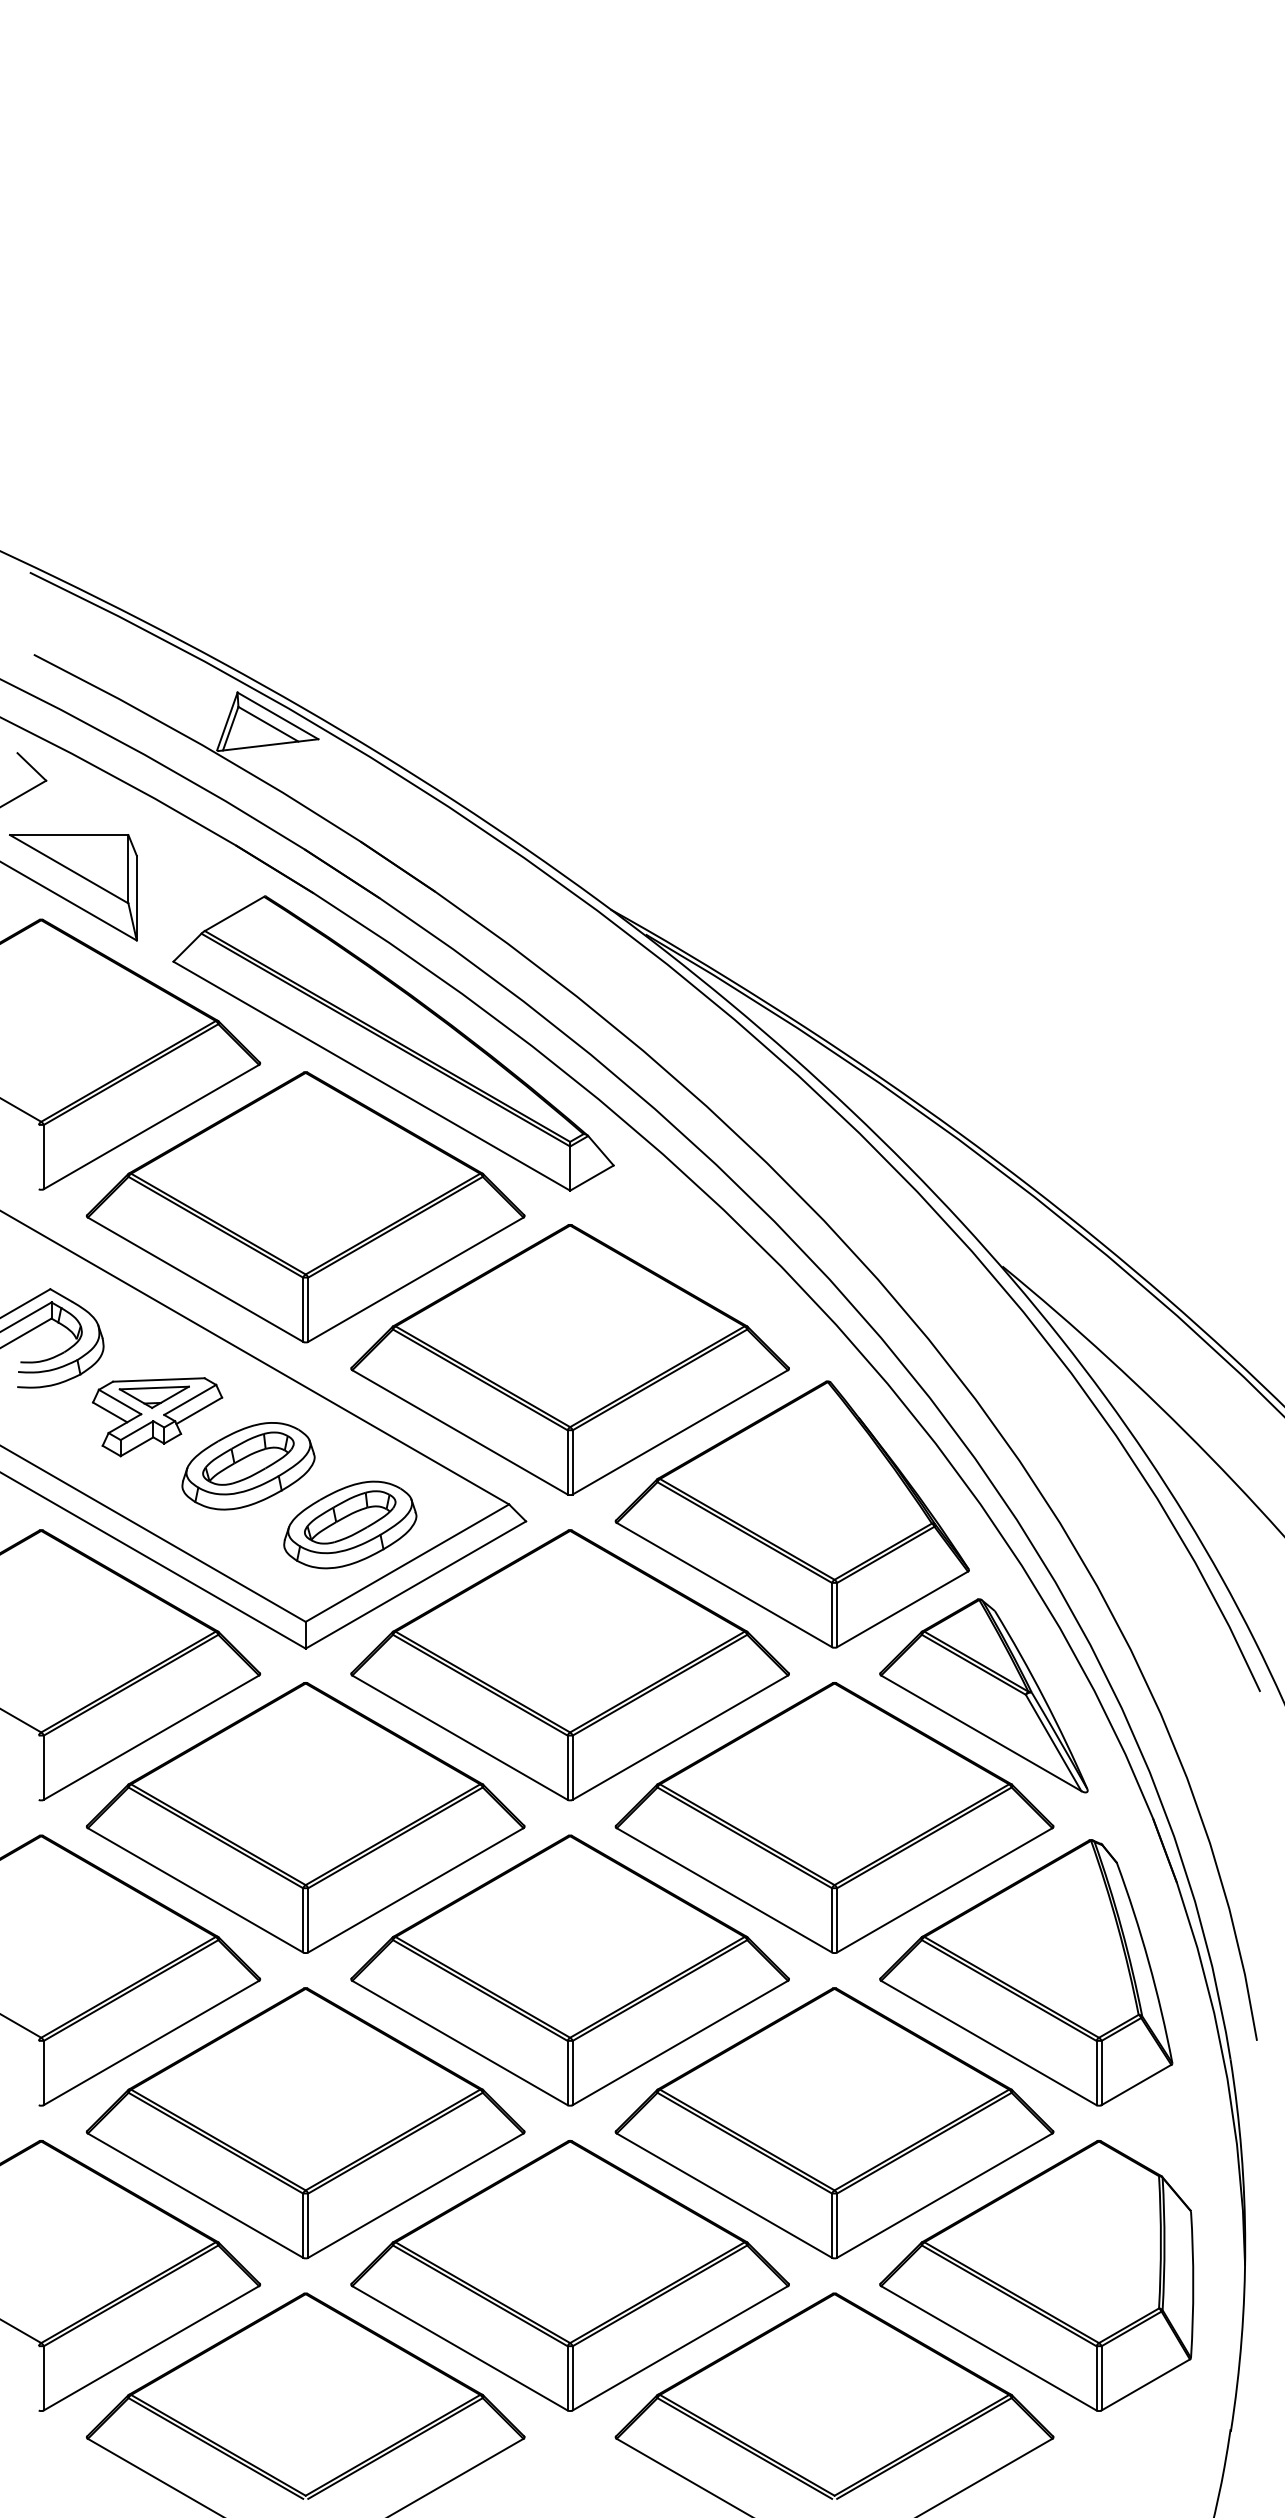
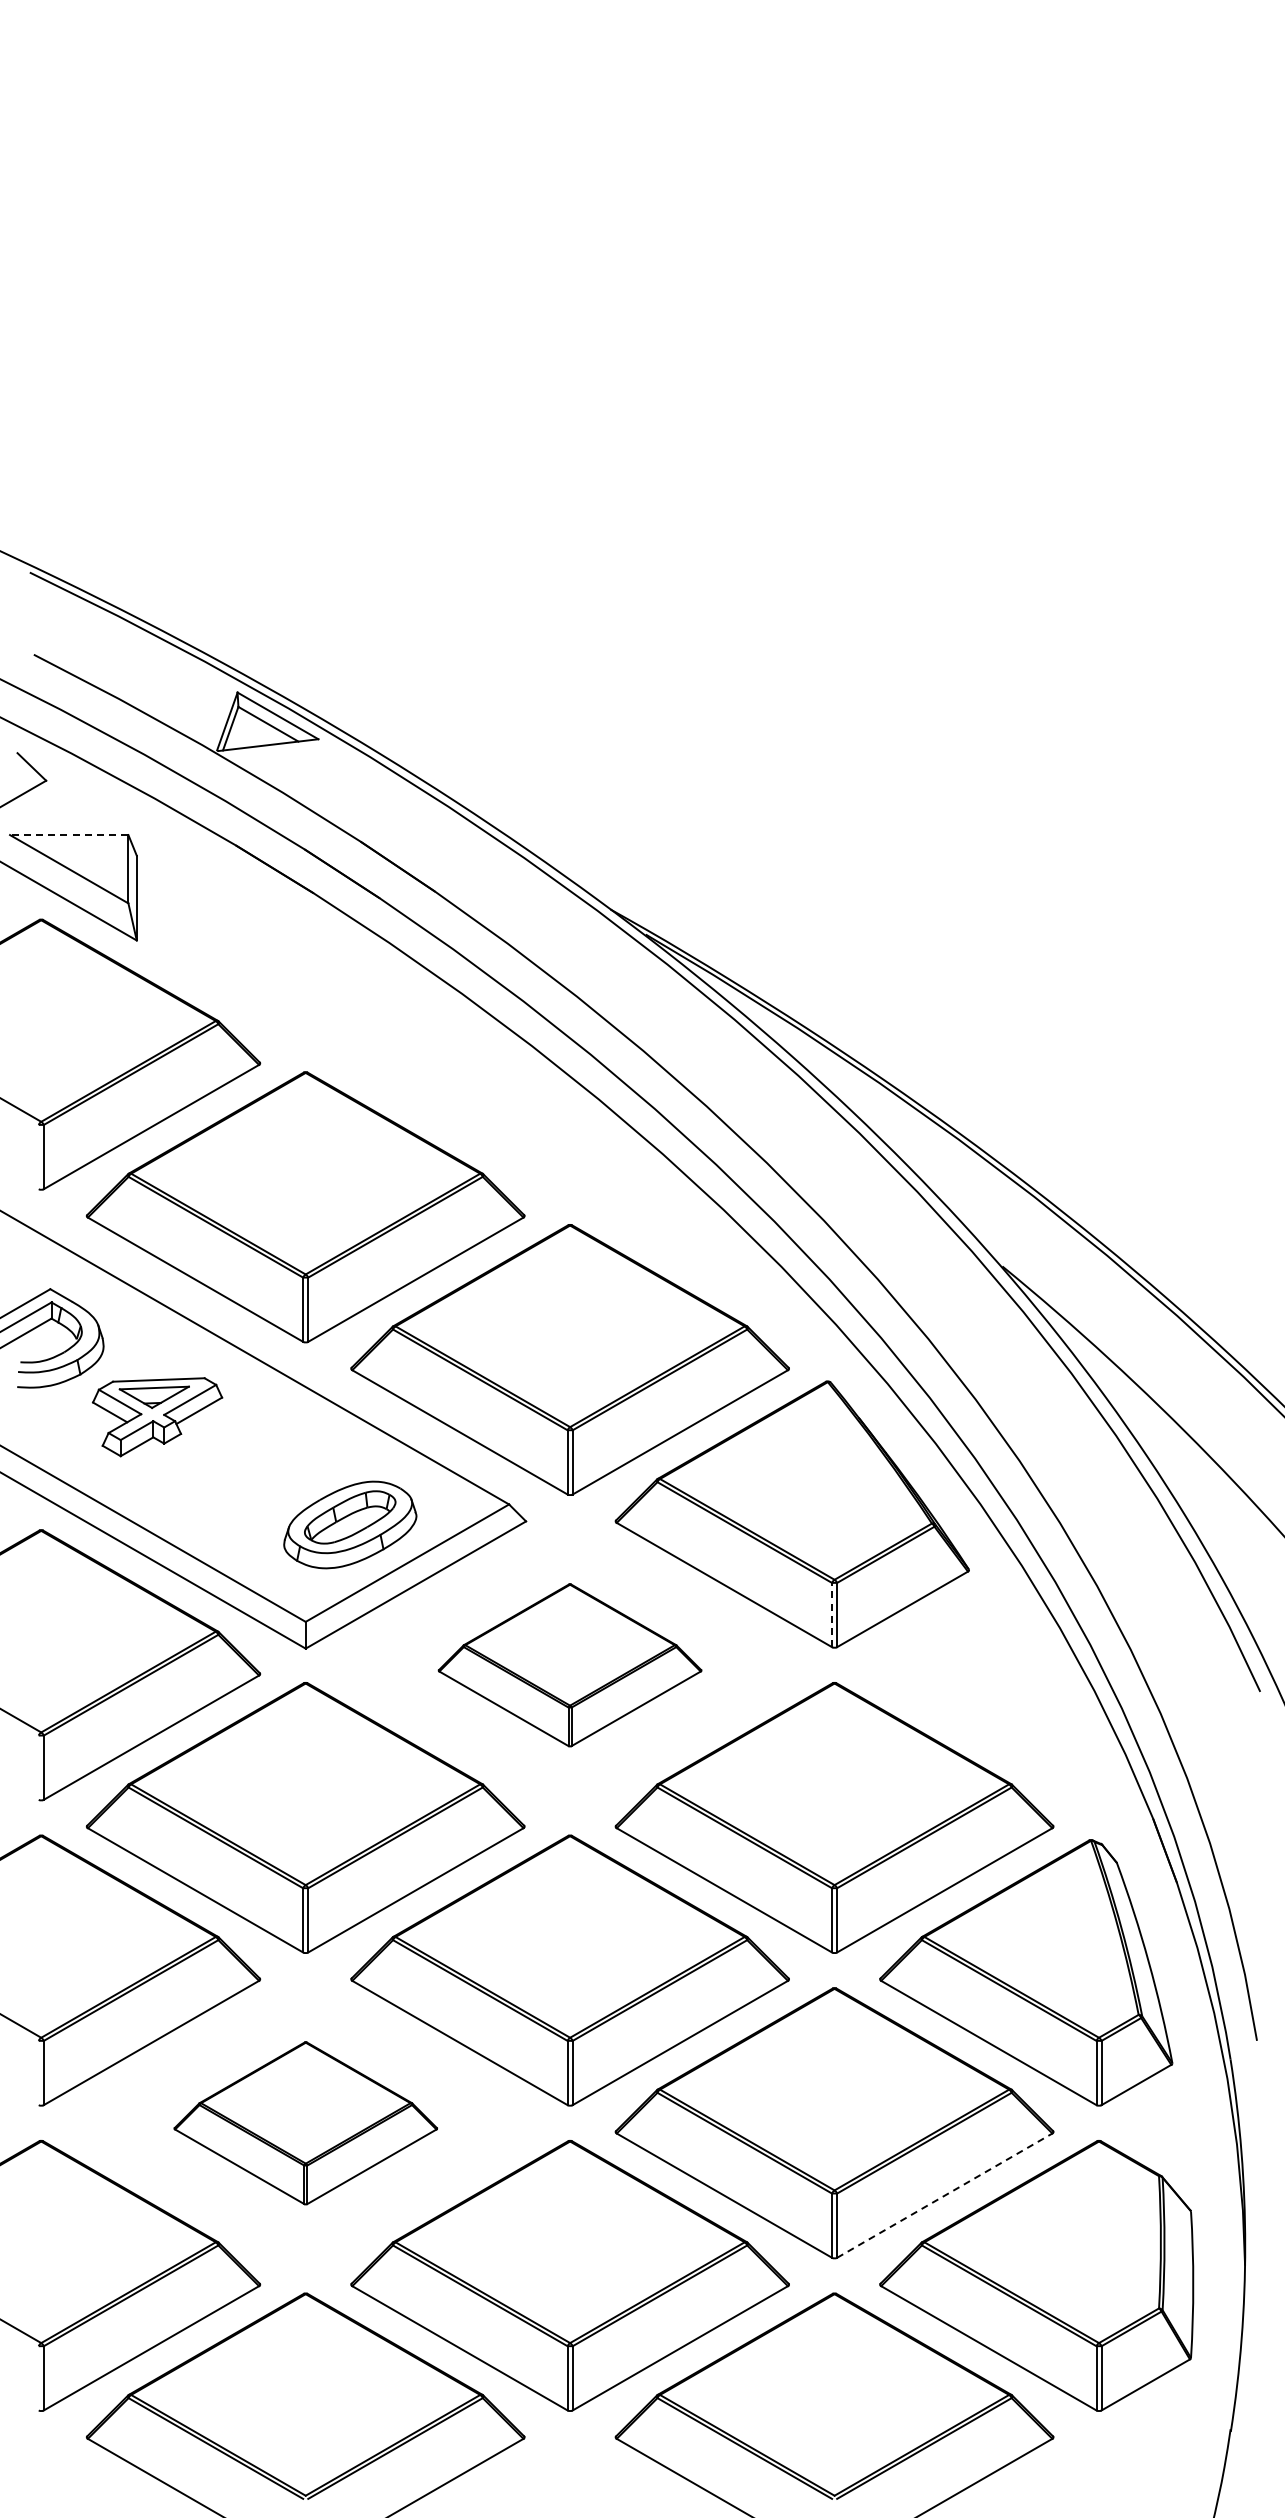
line at (68, 835): solid -> dashed
part at (393, 1043): present -> none
part at (248, 1466): present -> none
line at (832, 1614): solid -> dashed
part at (569, 1665) size: 440x273 px -> 266x165 px
part at (983, 1695): present -> none
part at (305, 2123) size: 440x273 px -> 265x165 px
line at (945, 2195): solid -> dashed
